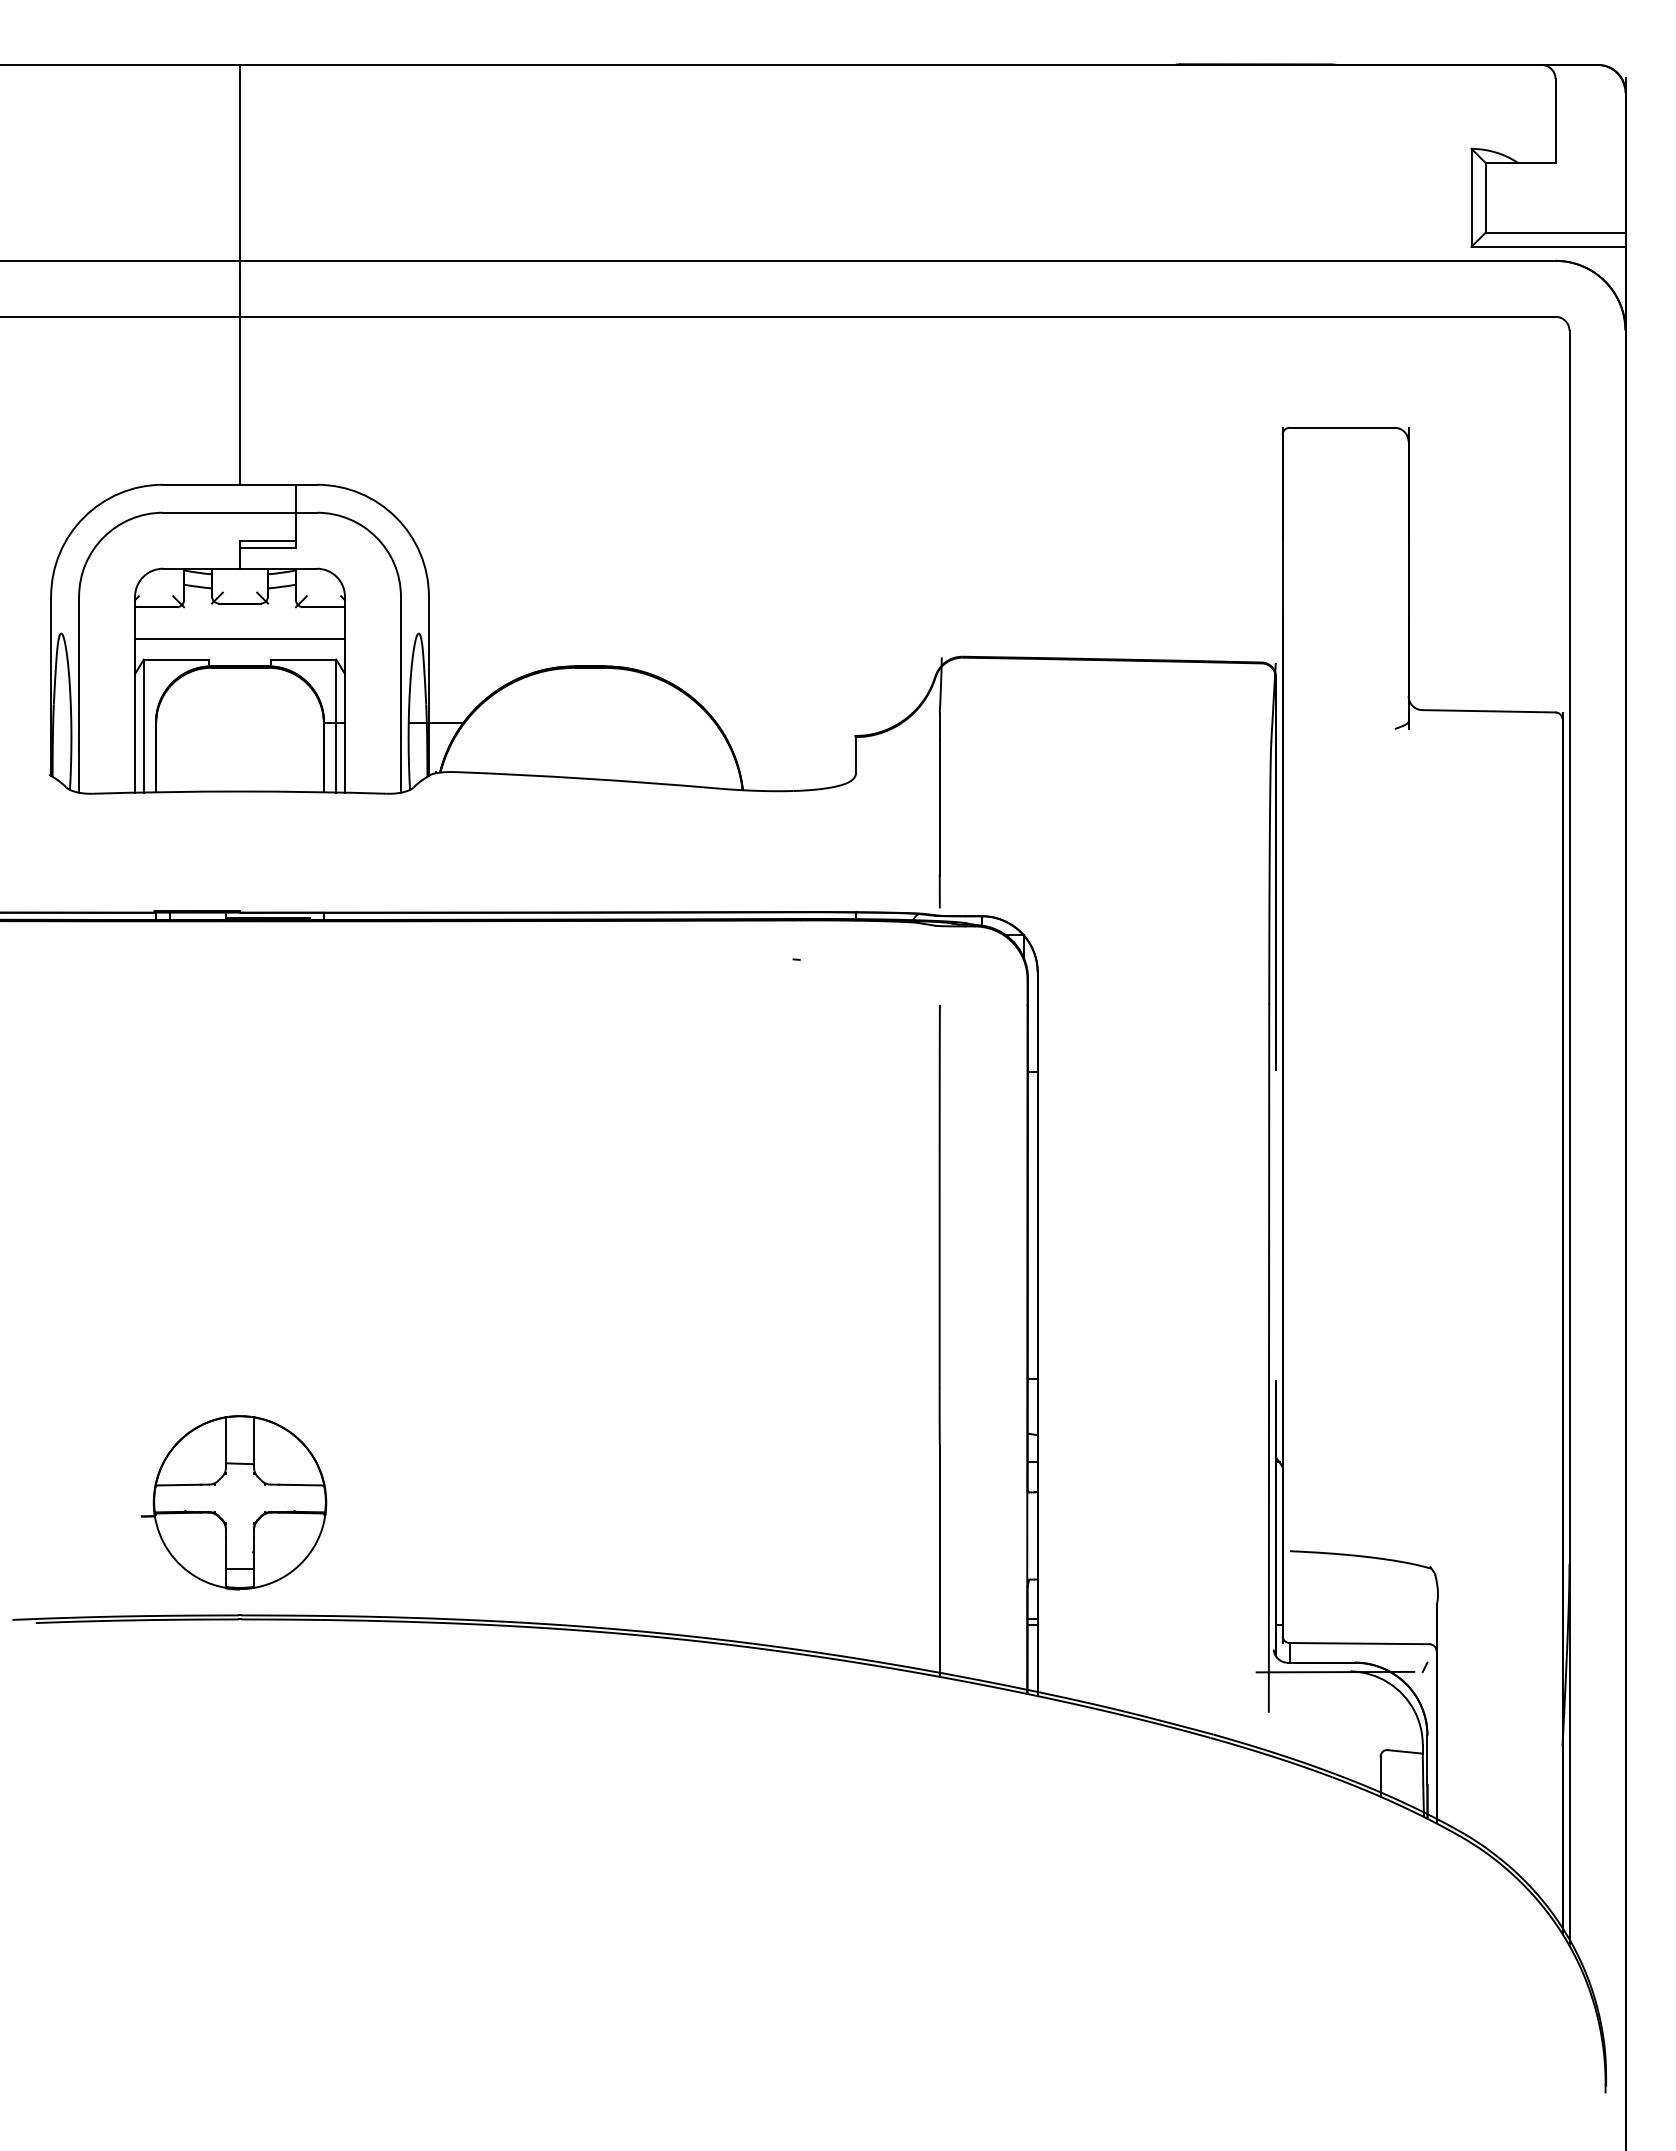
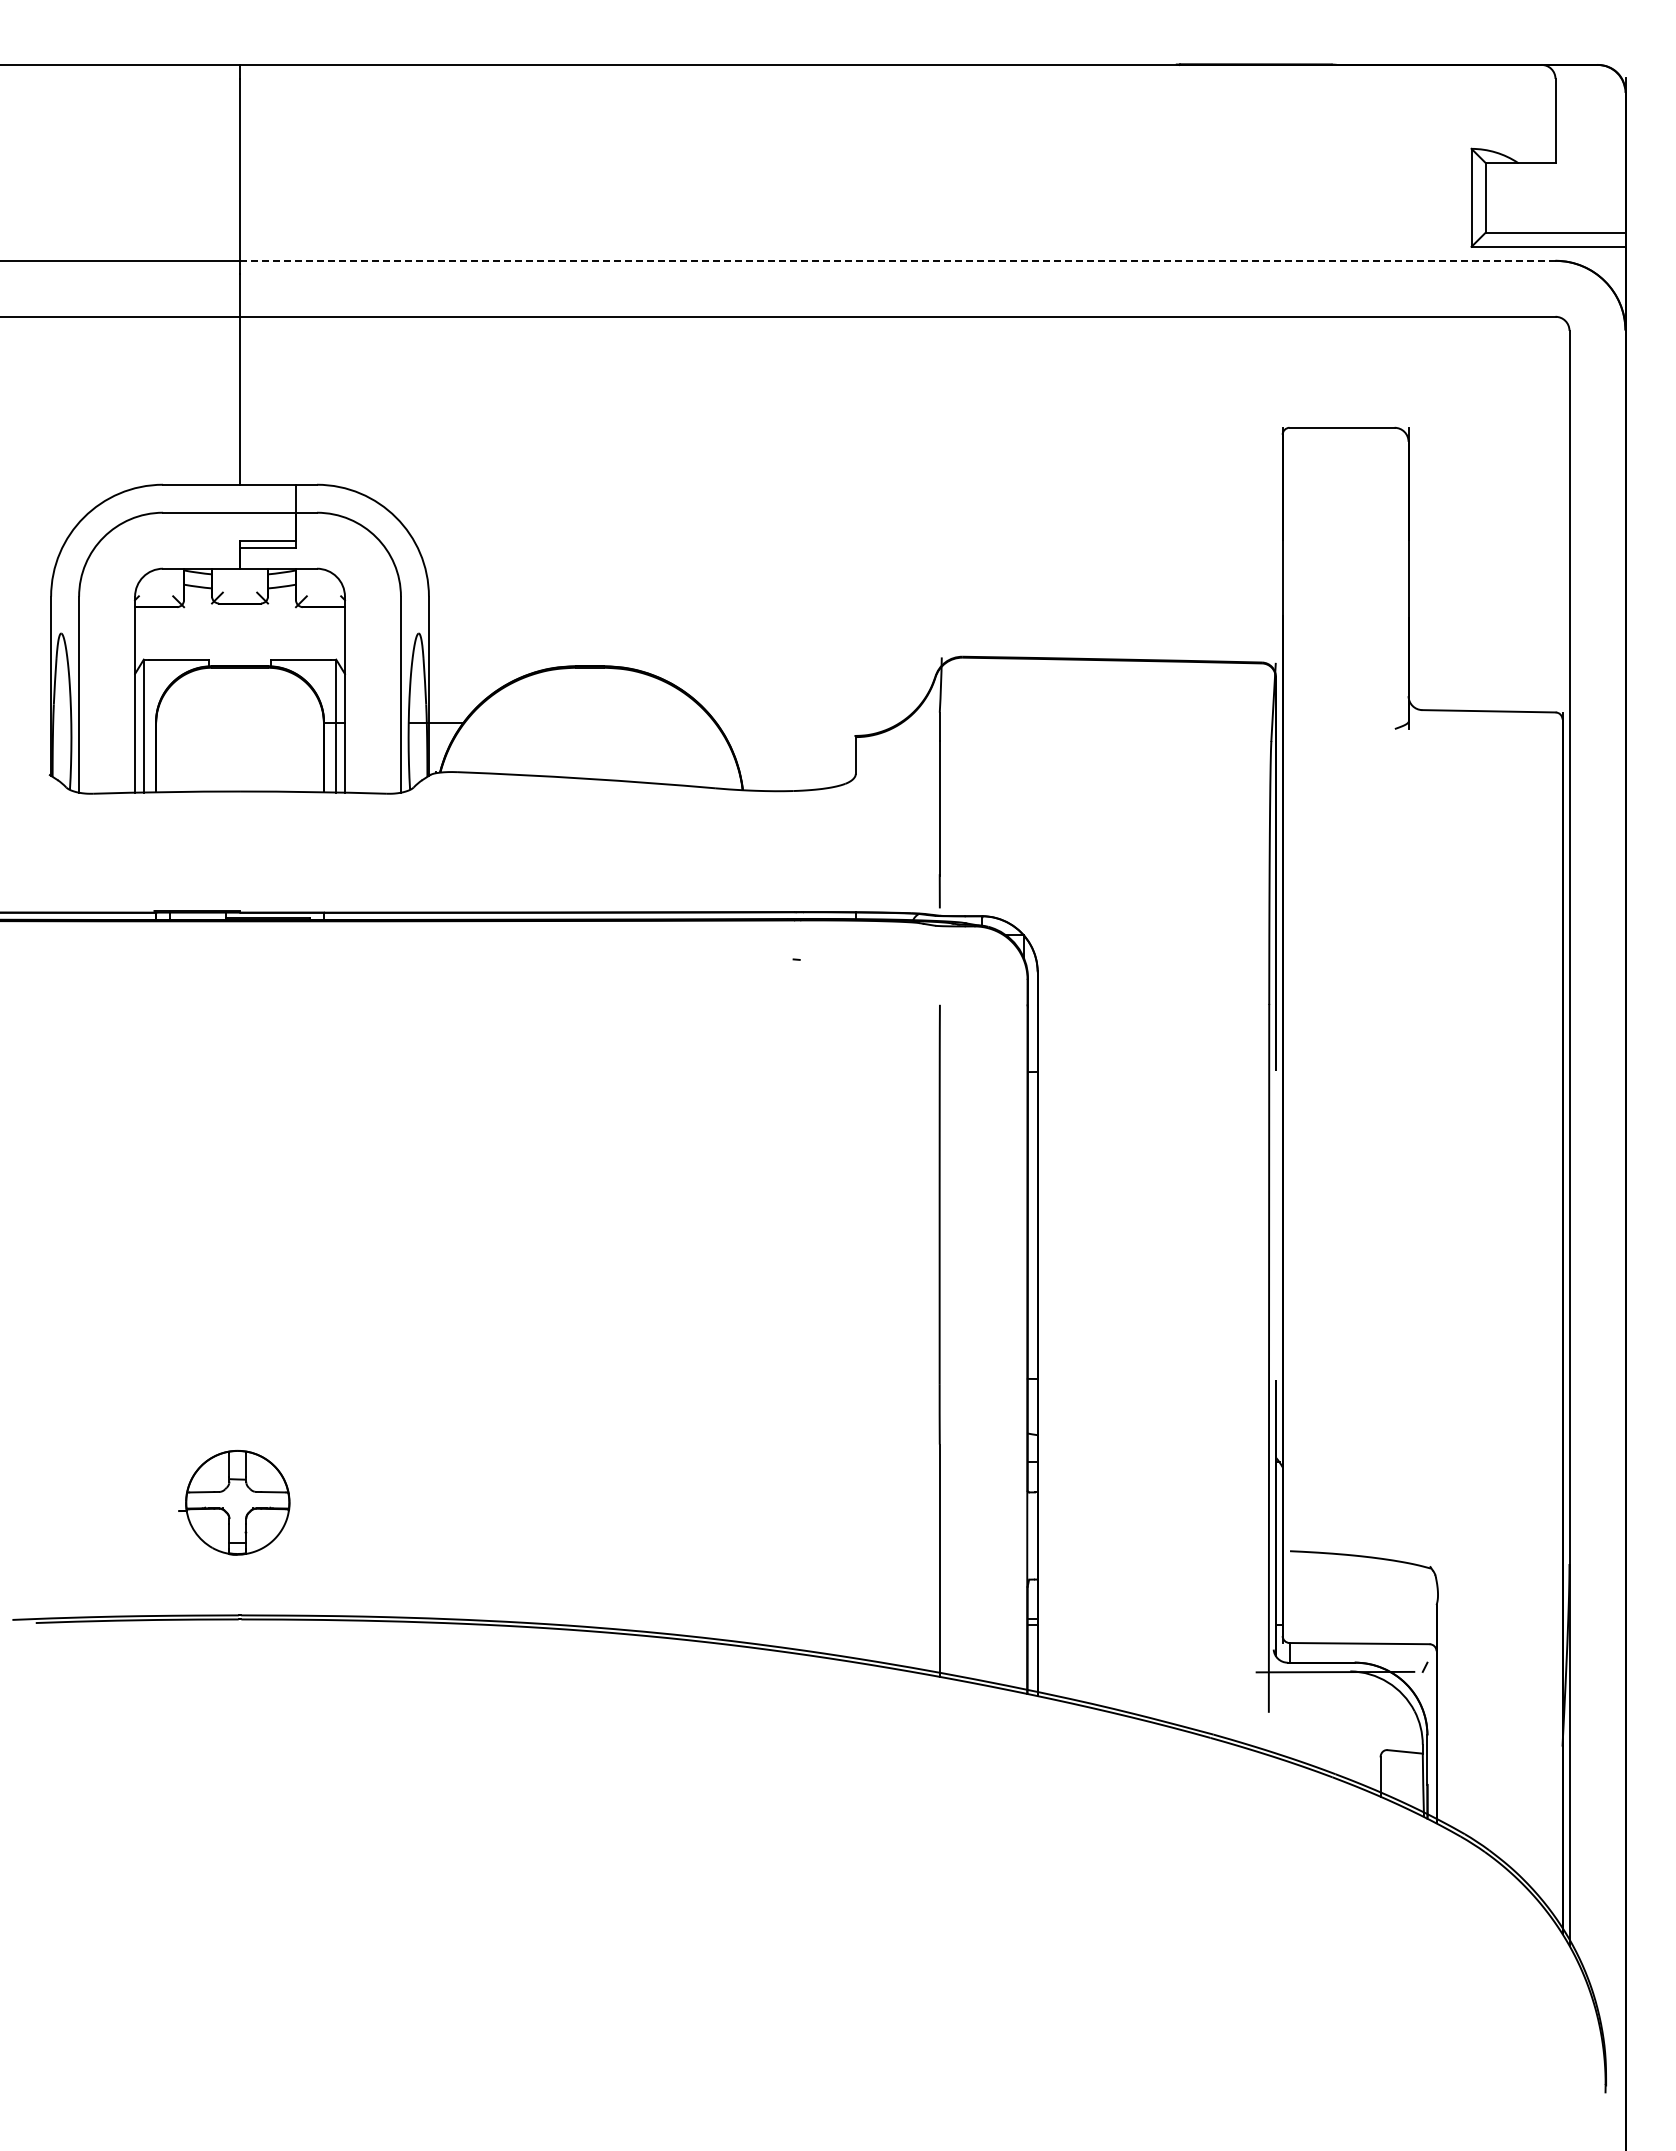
line at (897, 260): solid -> dashed
line at (239, 638): present -> none
part at (234, 1502) size: 187x176 px -> 113x106 px
